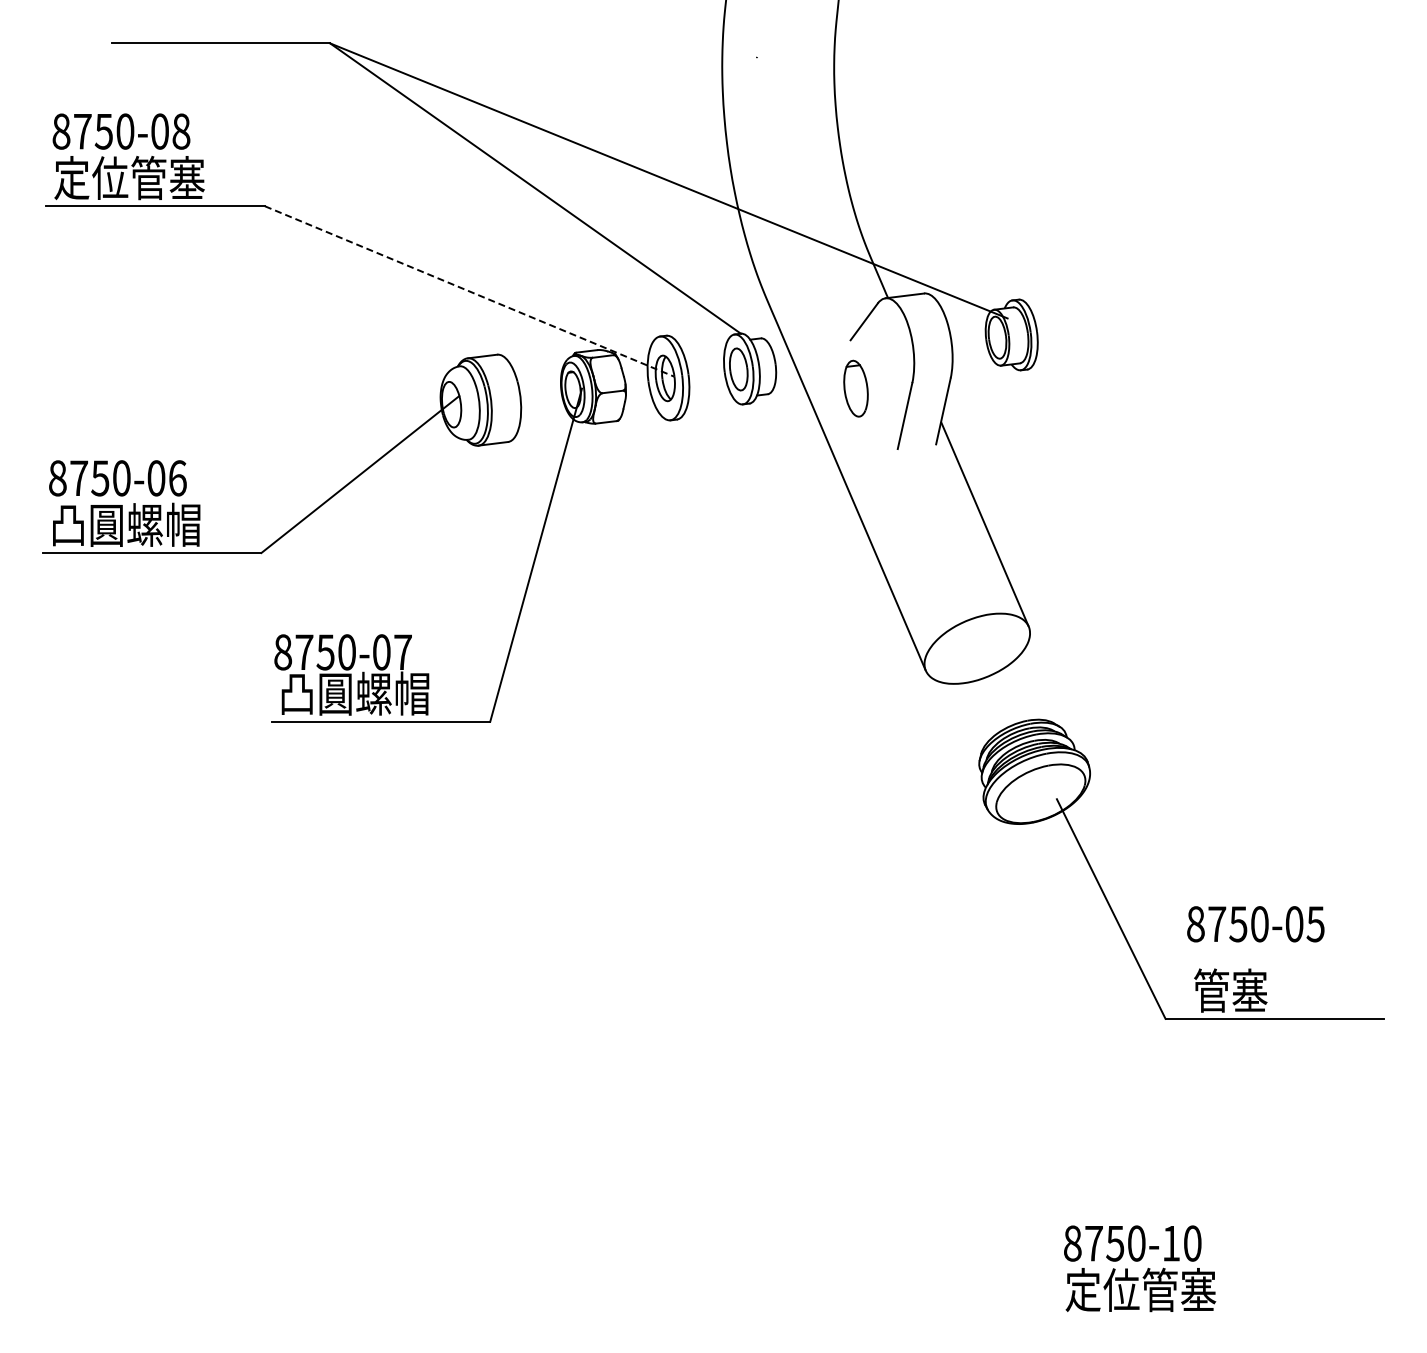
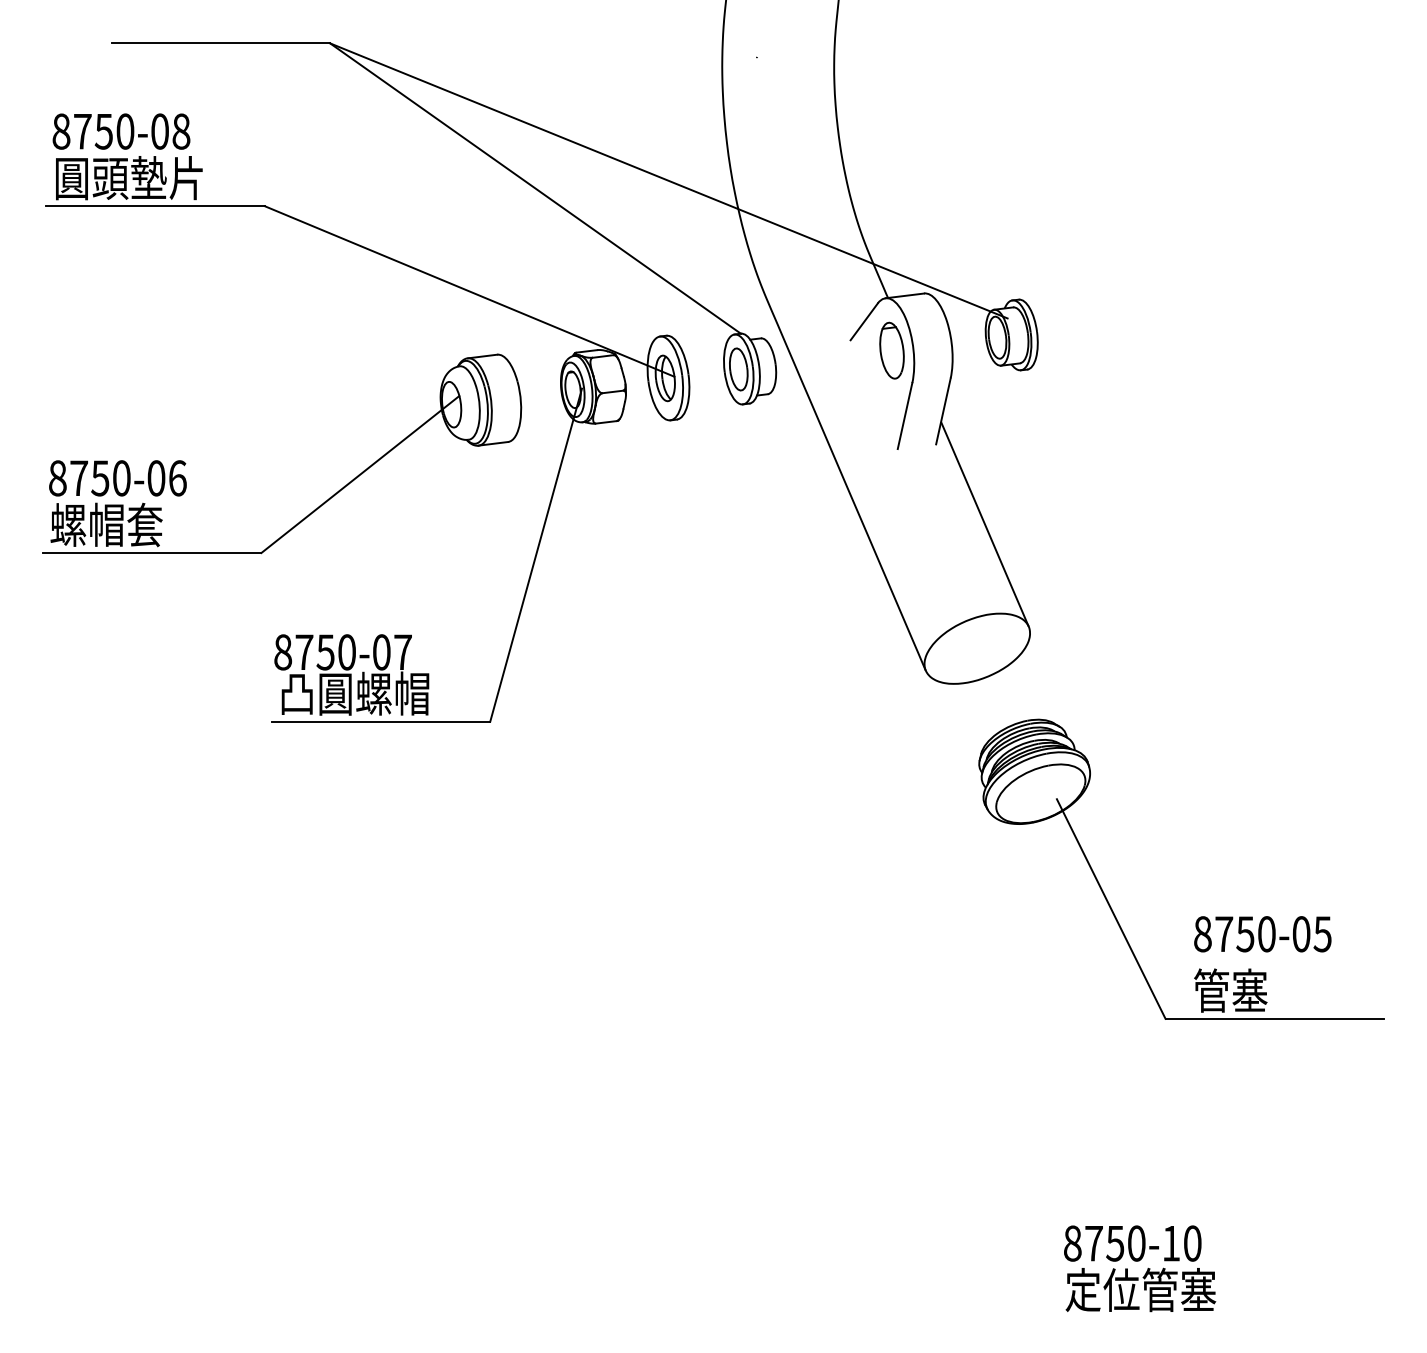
text at (129, 178): 定位管塞 -> 圓頭墊片
line at (469, 291): dashed -> solid
part at (855, 388) position: (855, 388) -> (891, 350)
text at (125, 524): 凸圓螺帽 -> 螺帽套
text at (1255, 924) position: (1255, 924) -> (1262, 934)
